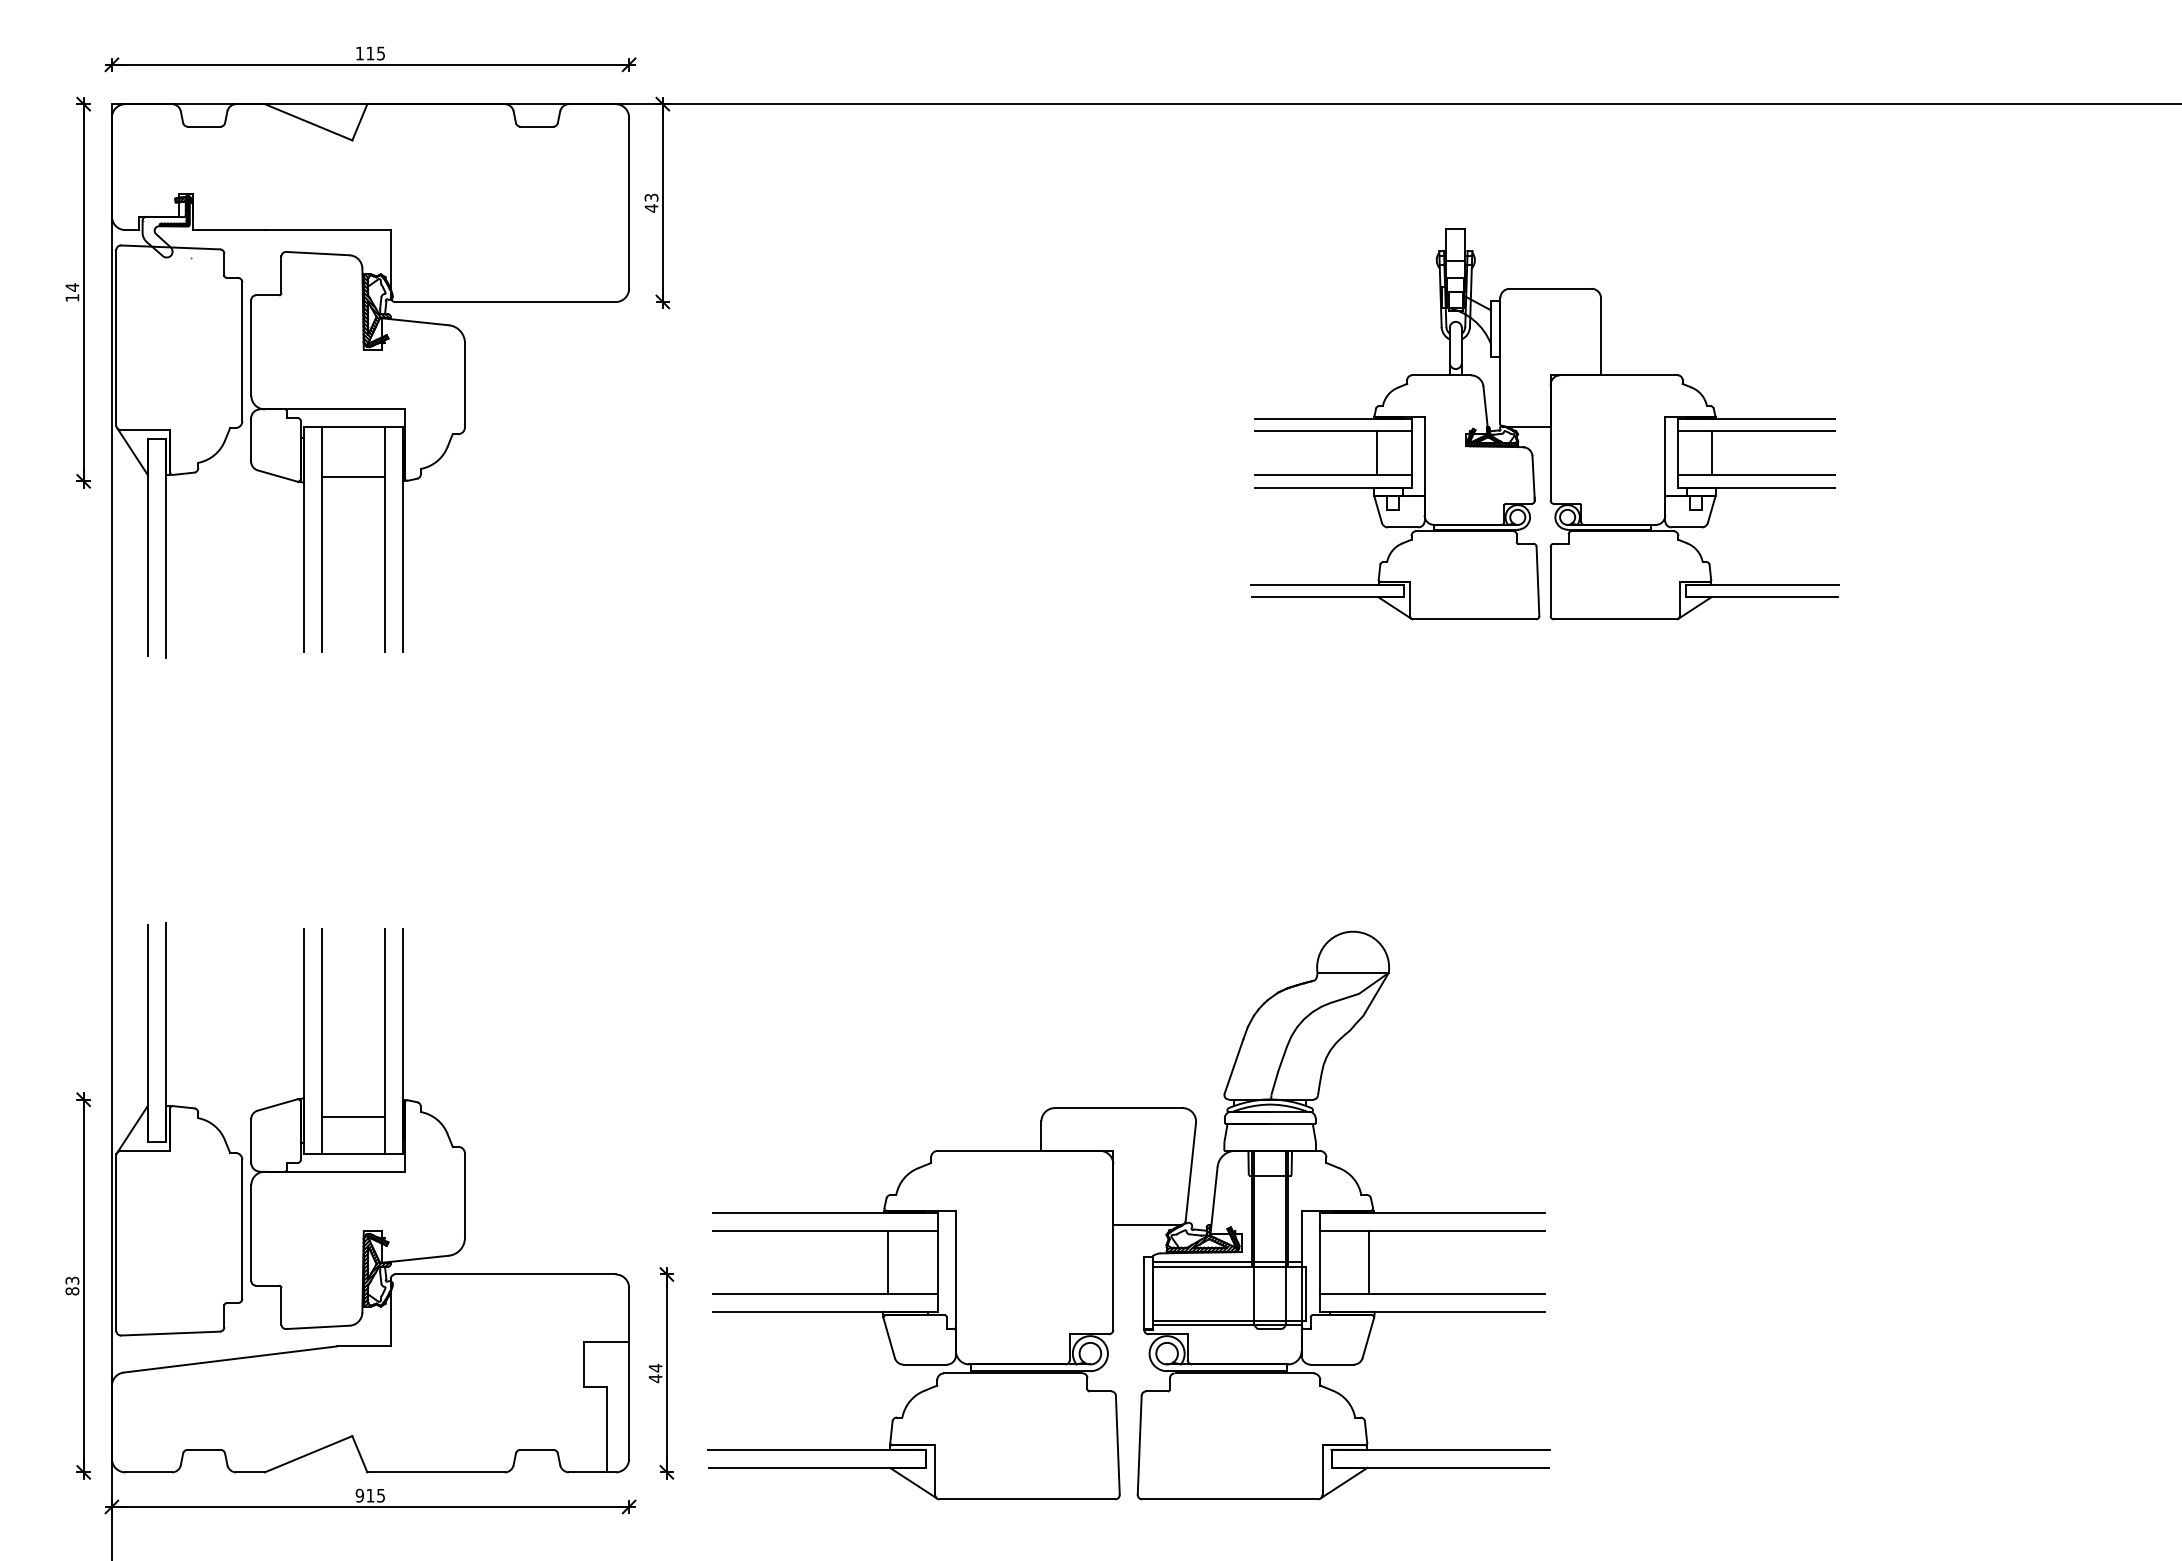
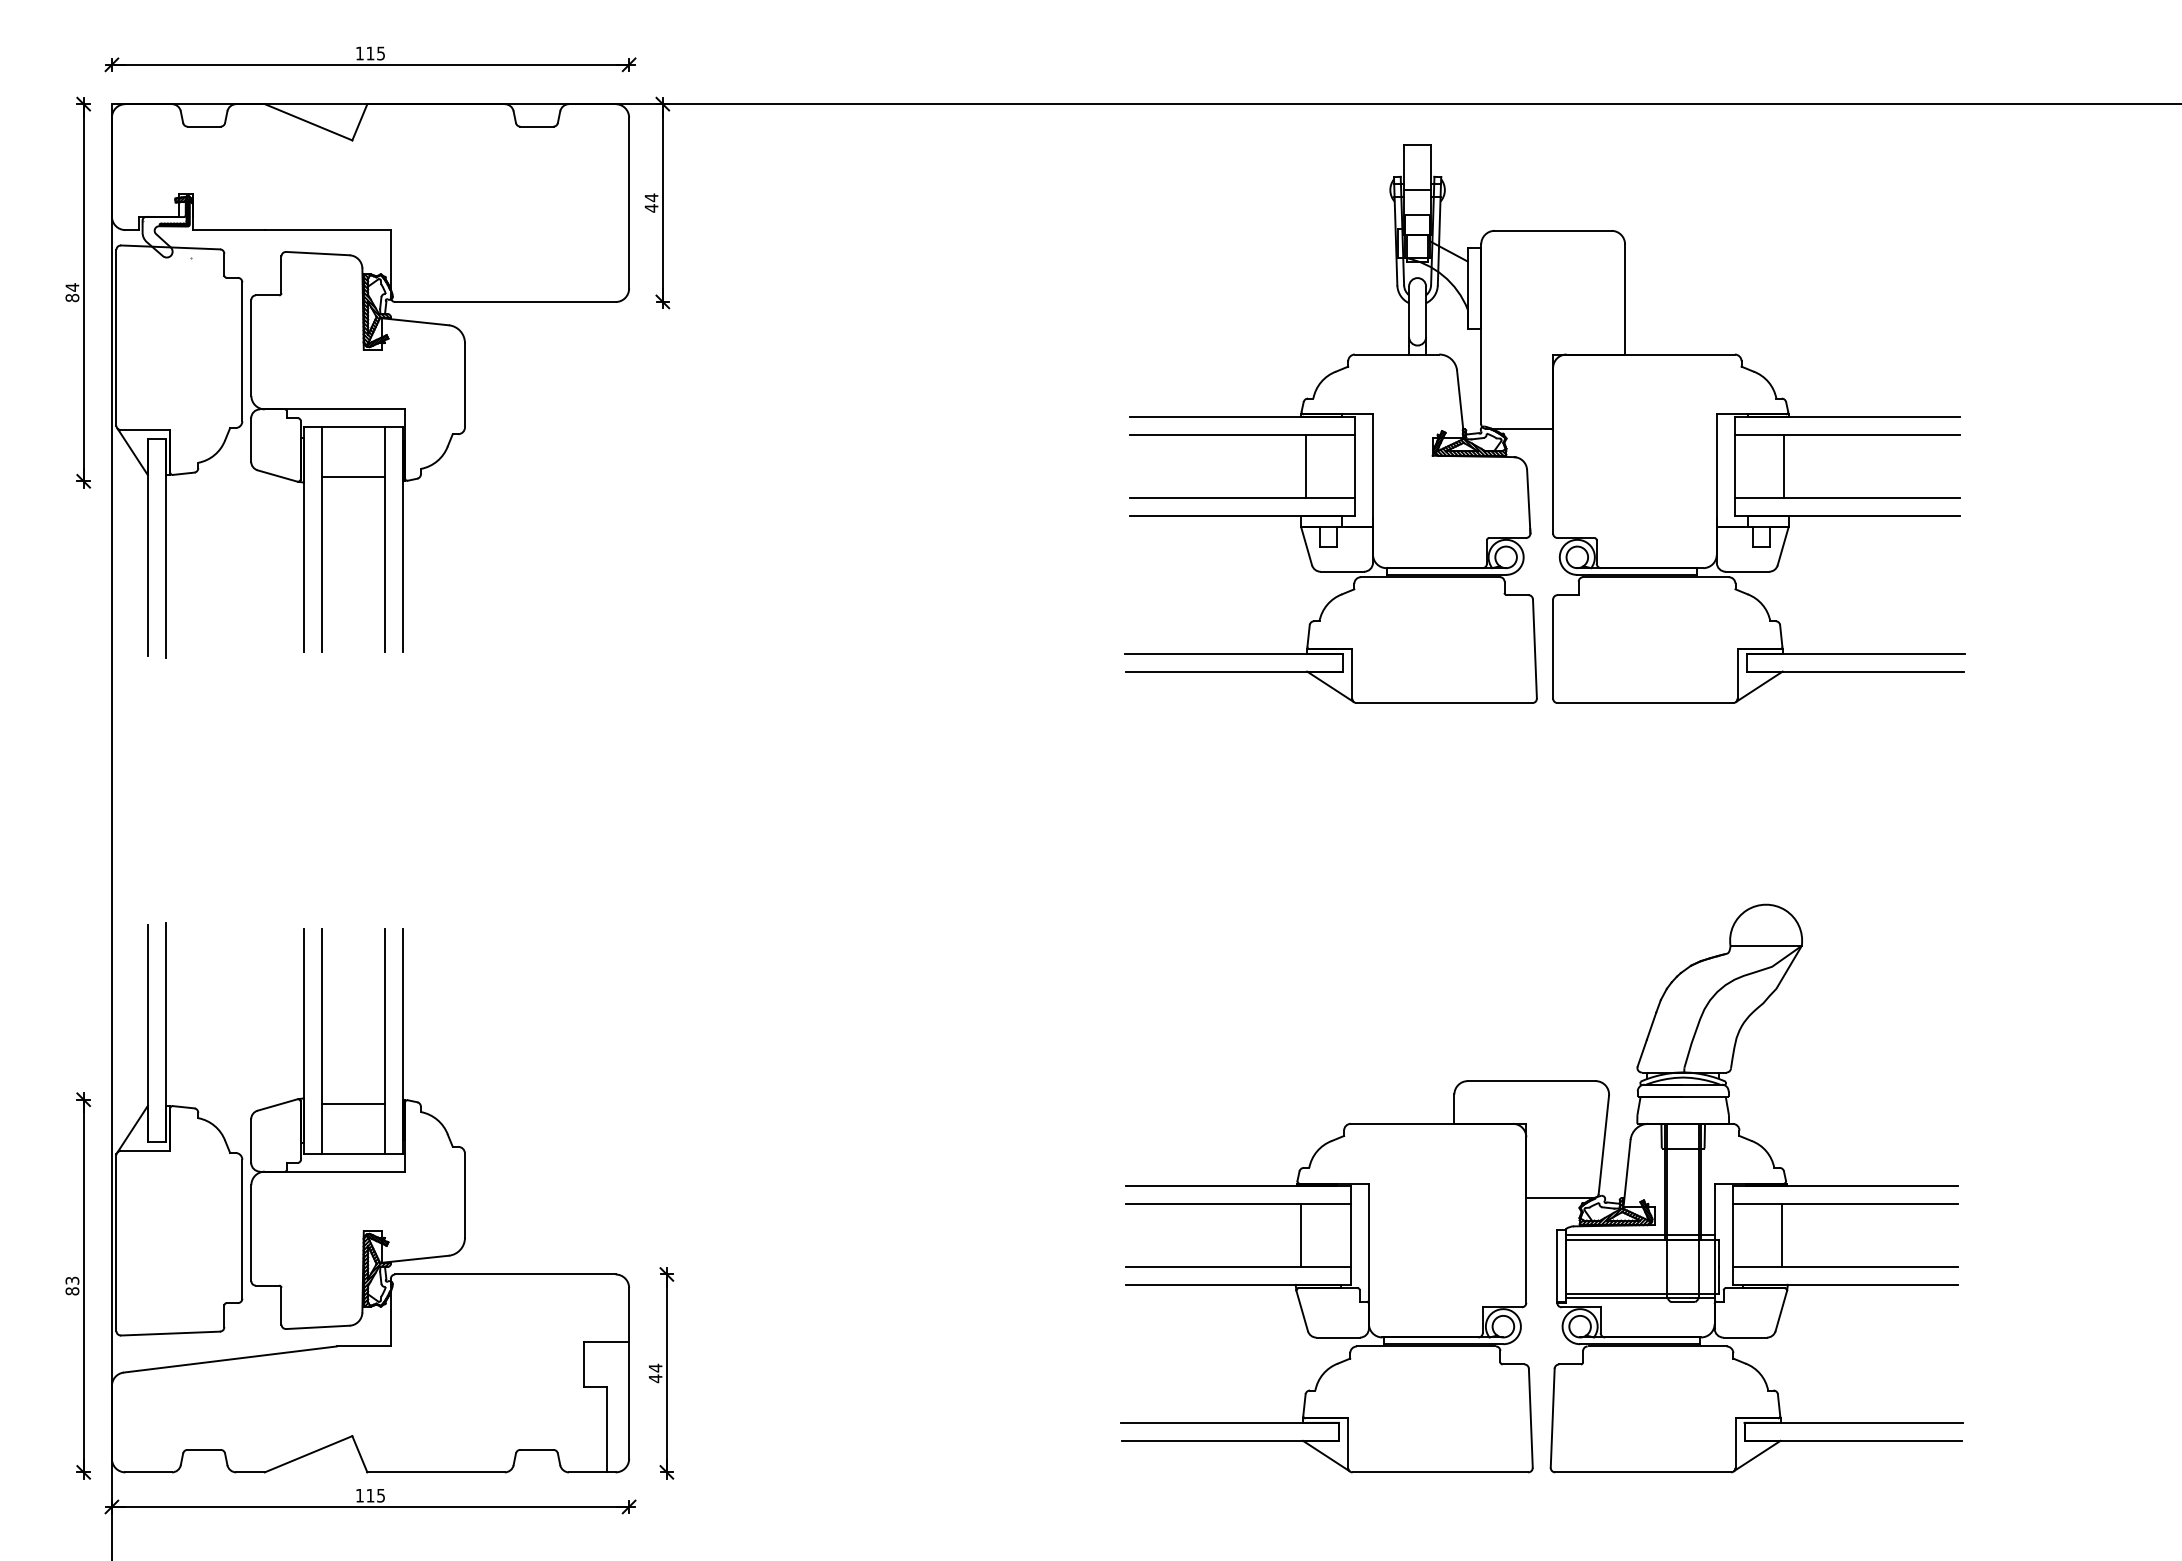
text at (651, 197): 43 -> 44
text at (72, 297): 14 -> 84
part at (1544, 424) size: 590x393 px -> 842x560 px
line at (352, 1117) position: (352, 1117) -> (352, 1104)
part at (1128, 1215) position: (1128, 1215) -> (1541, 1188)
text at (359, 1495): 915 -> 115
